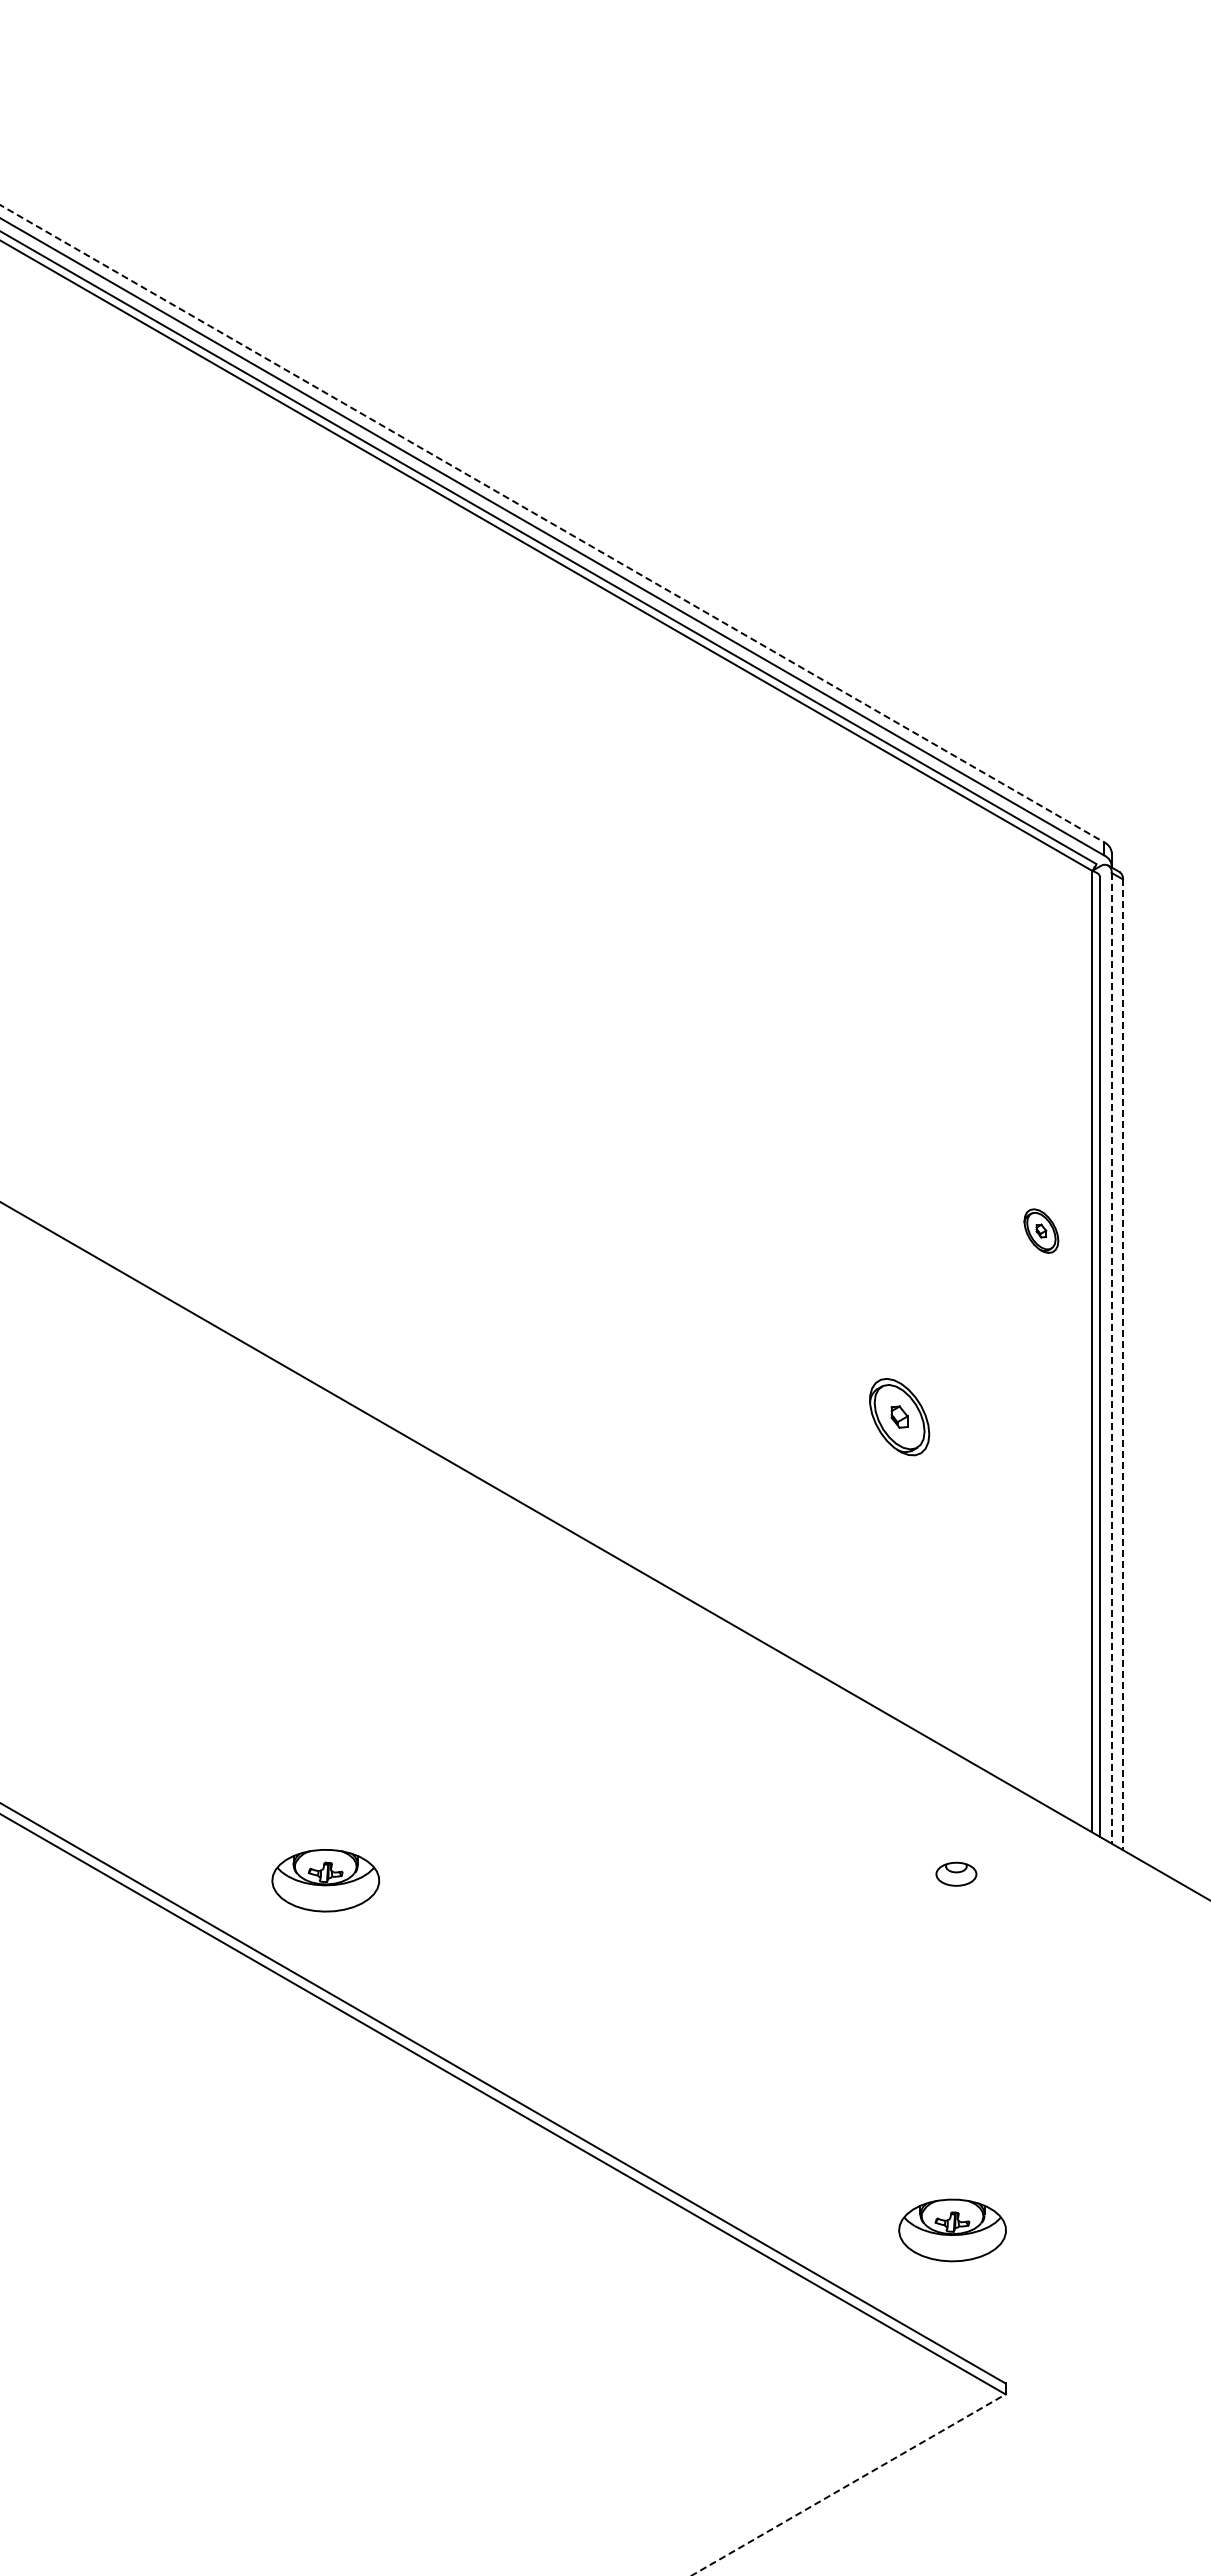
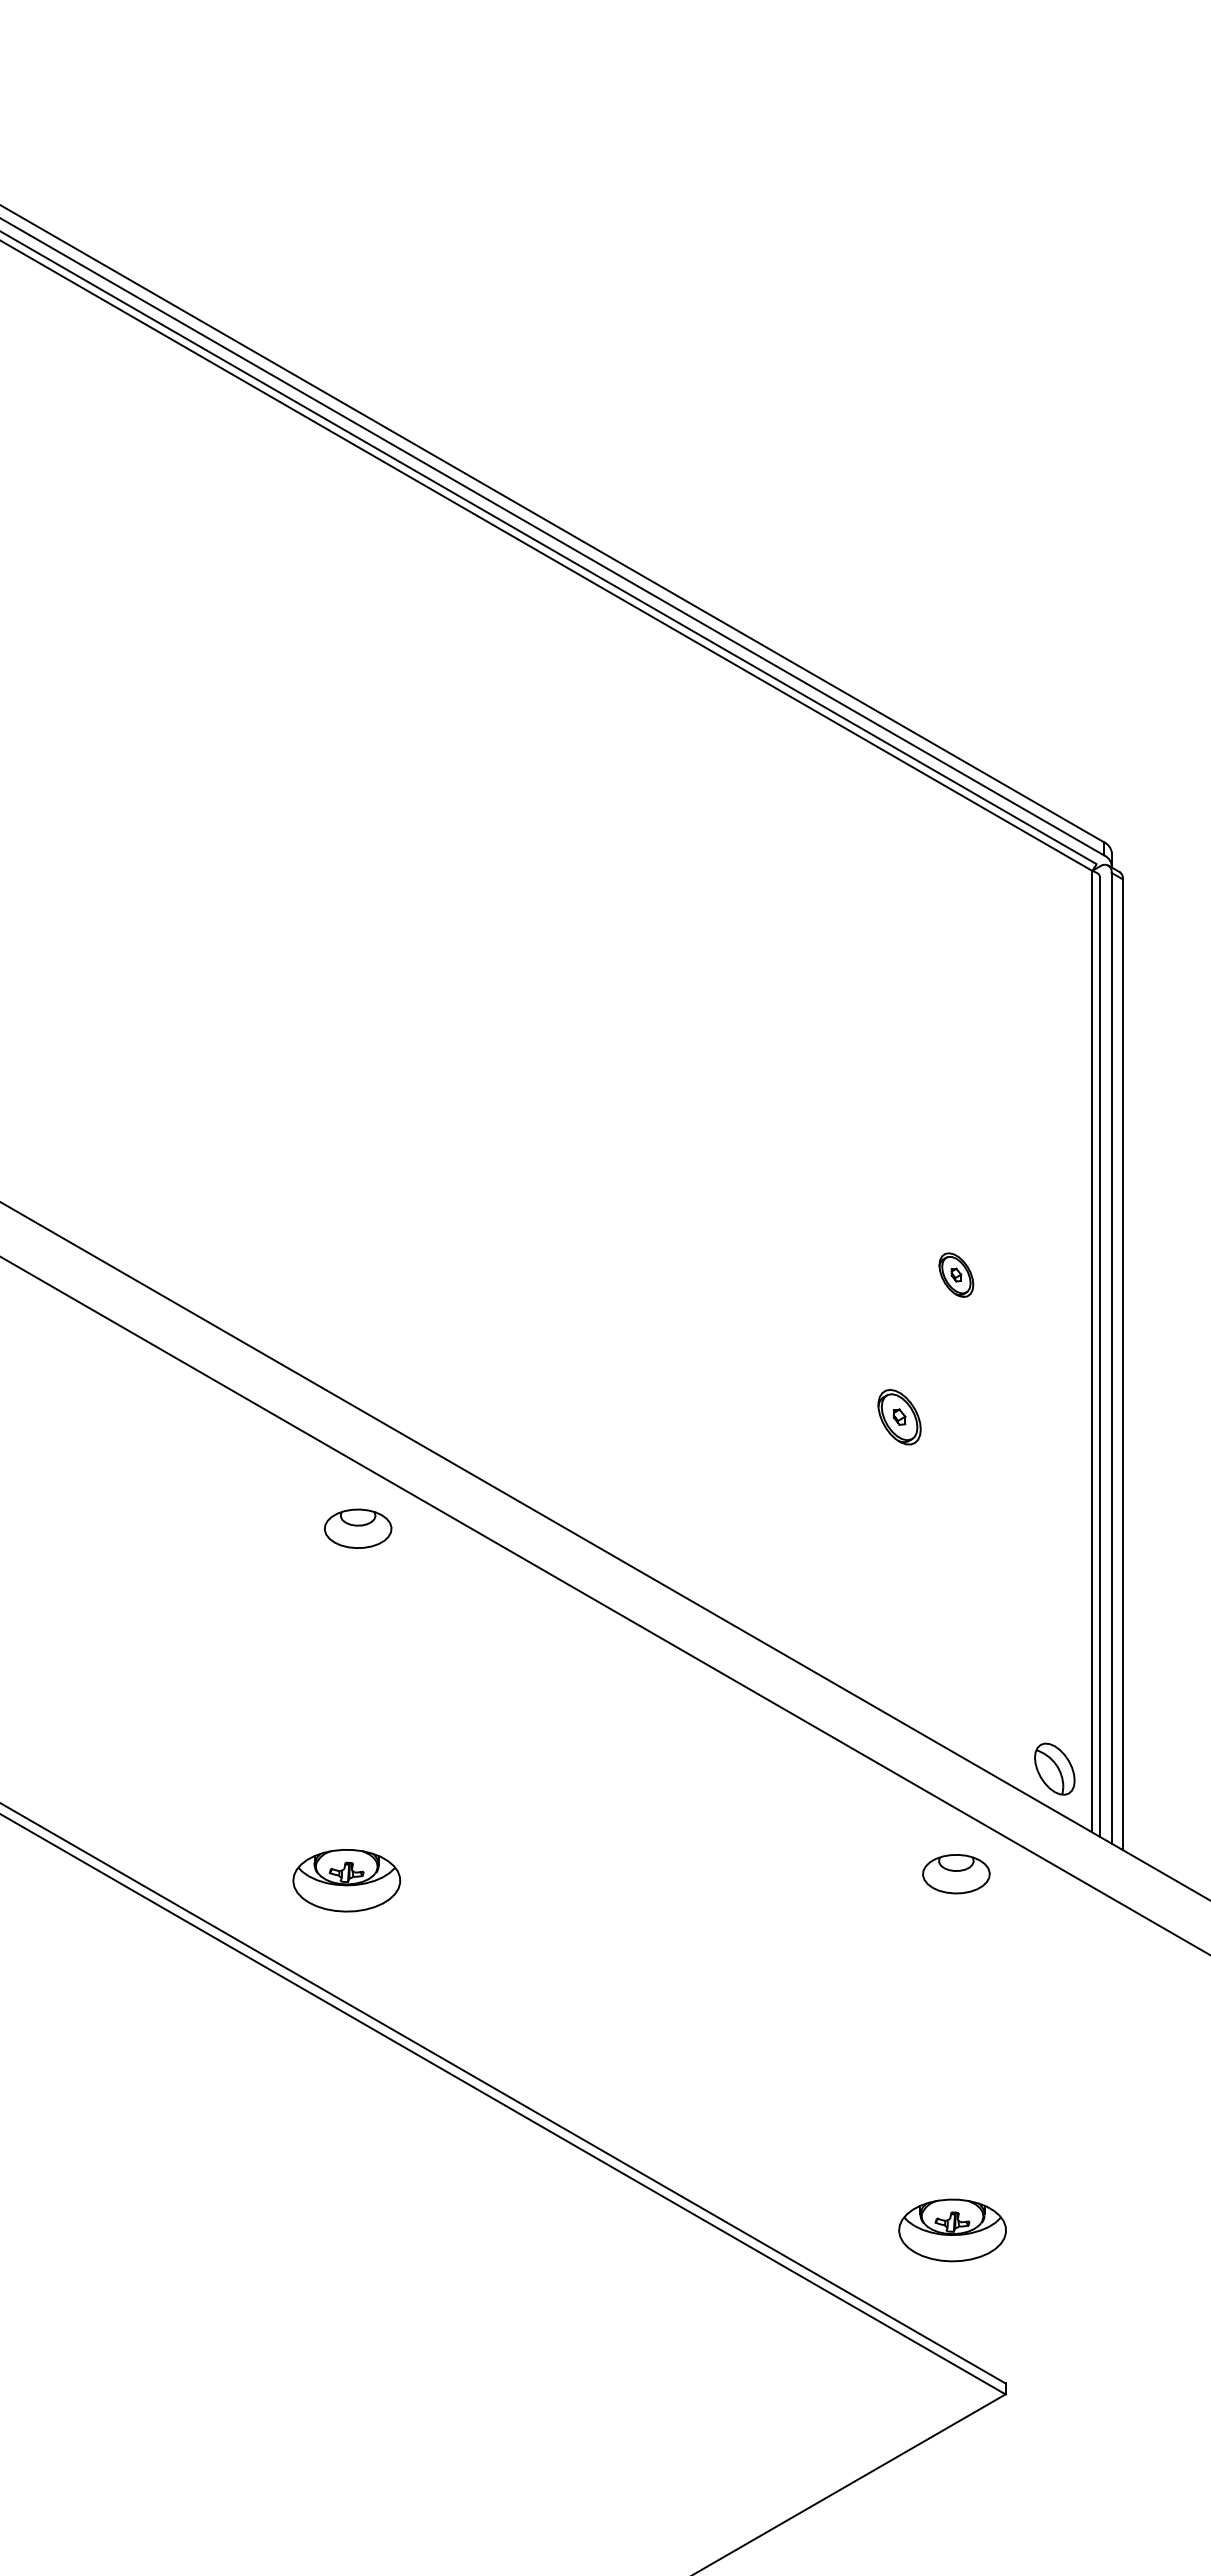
line at (552, 523): dashed -> solid
part at (1041, 1230) position: (1041, 1230) -> (956, 1274)
line at (1111, 1358): dashed -> solid
line at (1122, 1365): dashed -> solid
part at (899, 1417) size: 62x79 px -> 45x57 px
part at (357, 1528): none -> present
line at (604, 1605): none -> present
part at (1054, 1768): none -> present
part at (956, 1873) size: 43x26 px -> 69x41 px
part at (325, 1880) position: (325, 1880) -> (346, 1880)
line at (848, 2484): dashed -> solid
